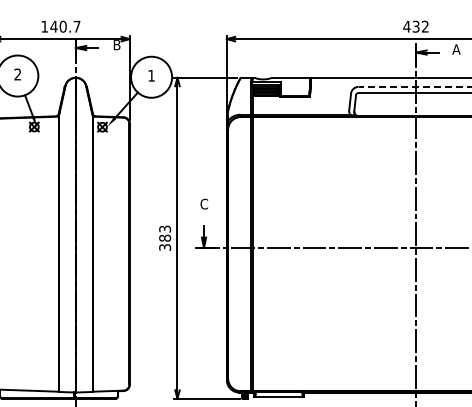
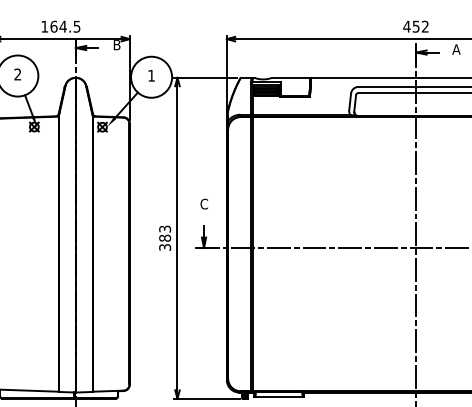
text at (416, 25): 432 -> 452
text at (65, 26): 140.7 -> 164.5
line at (415, 86): dashed -> solid
